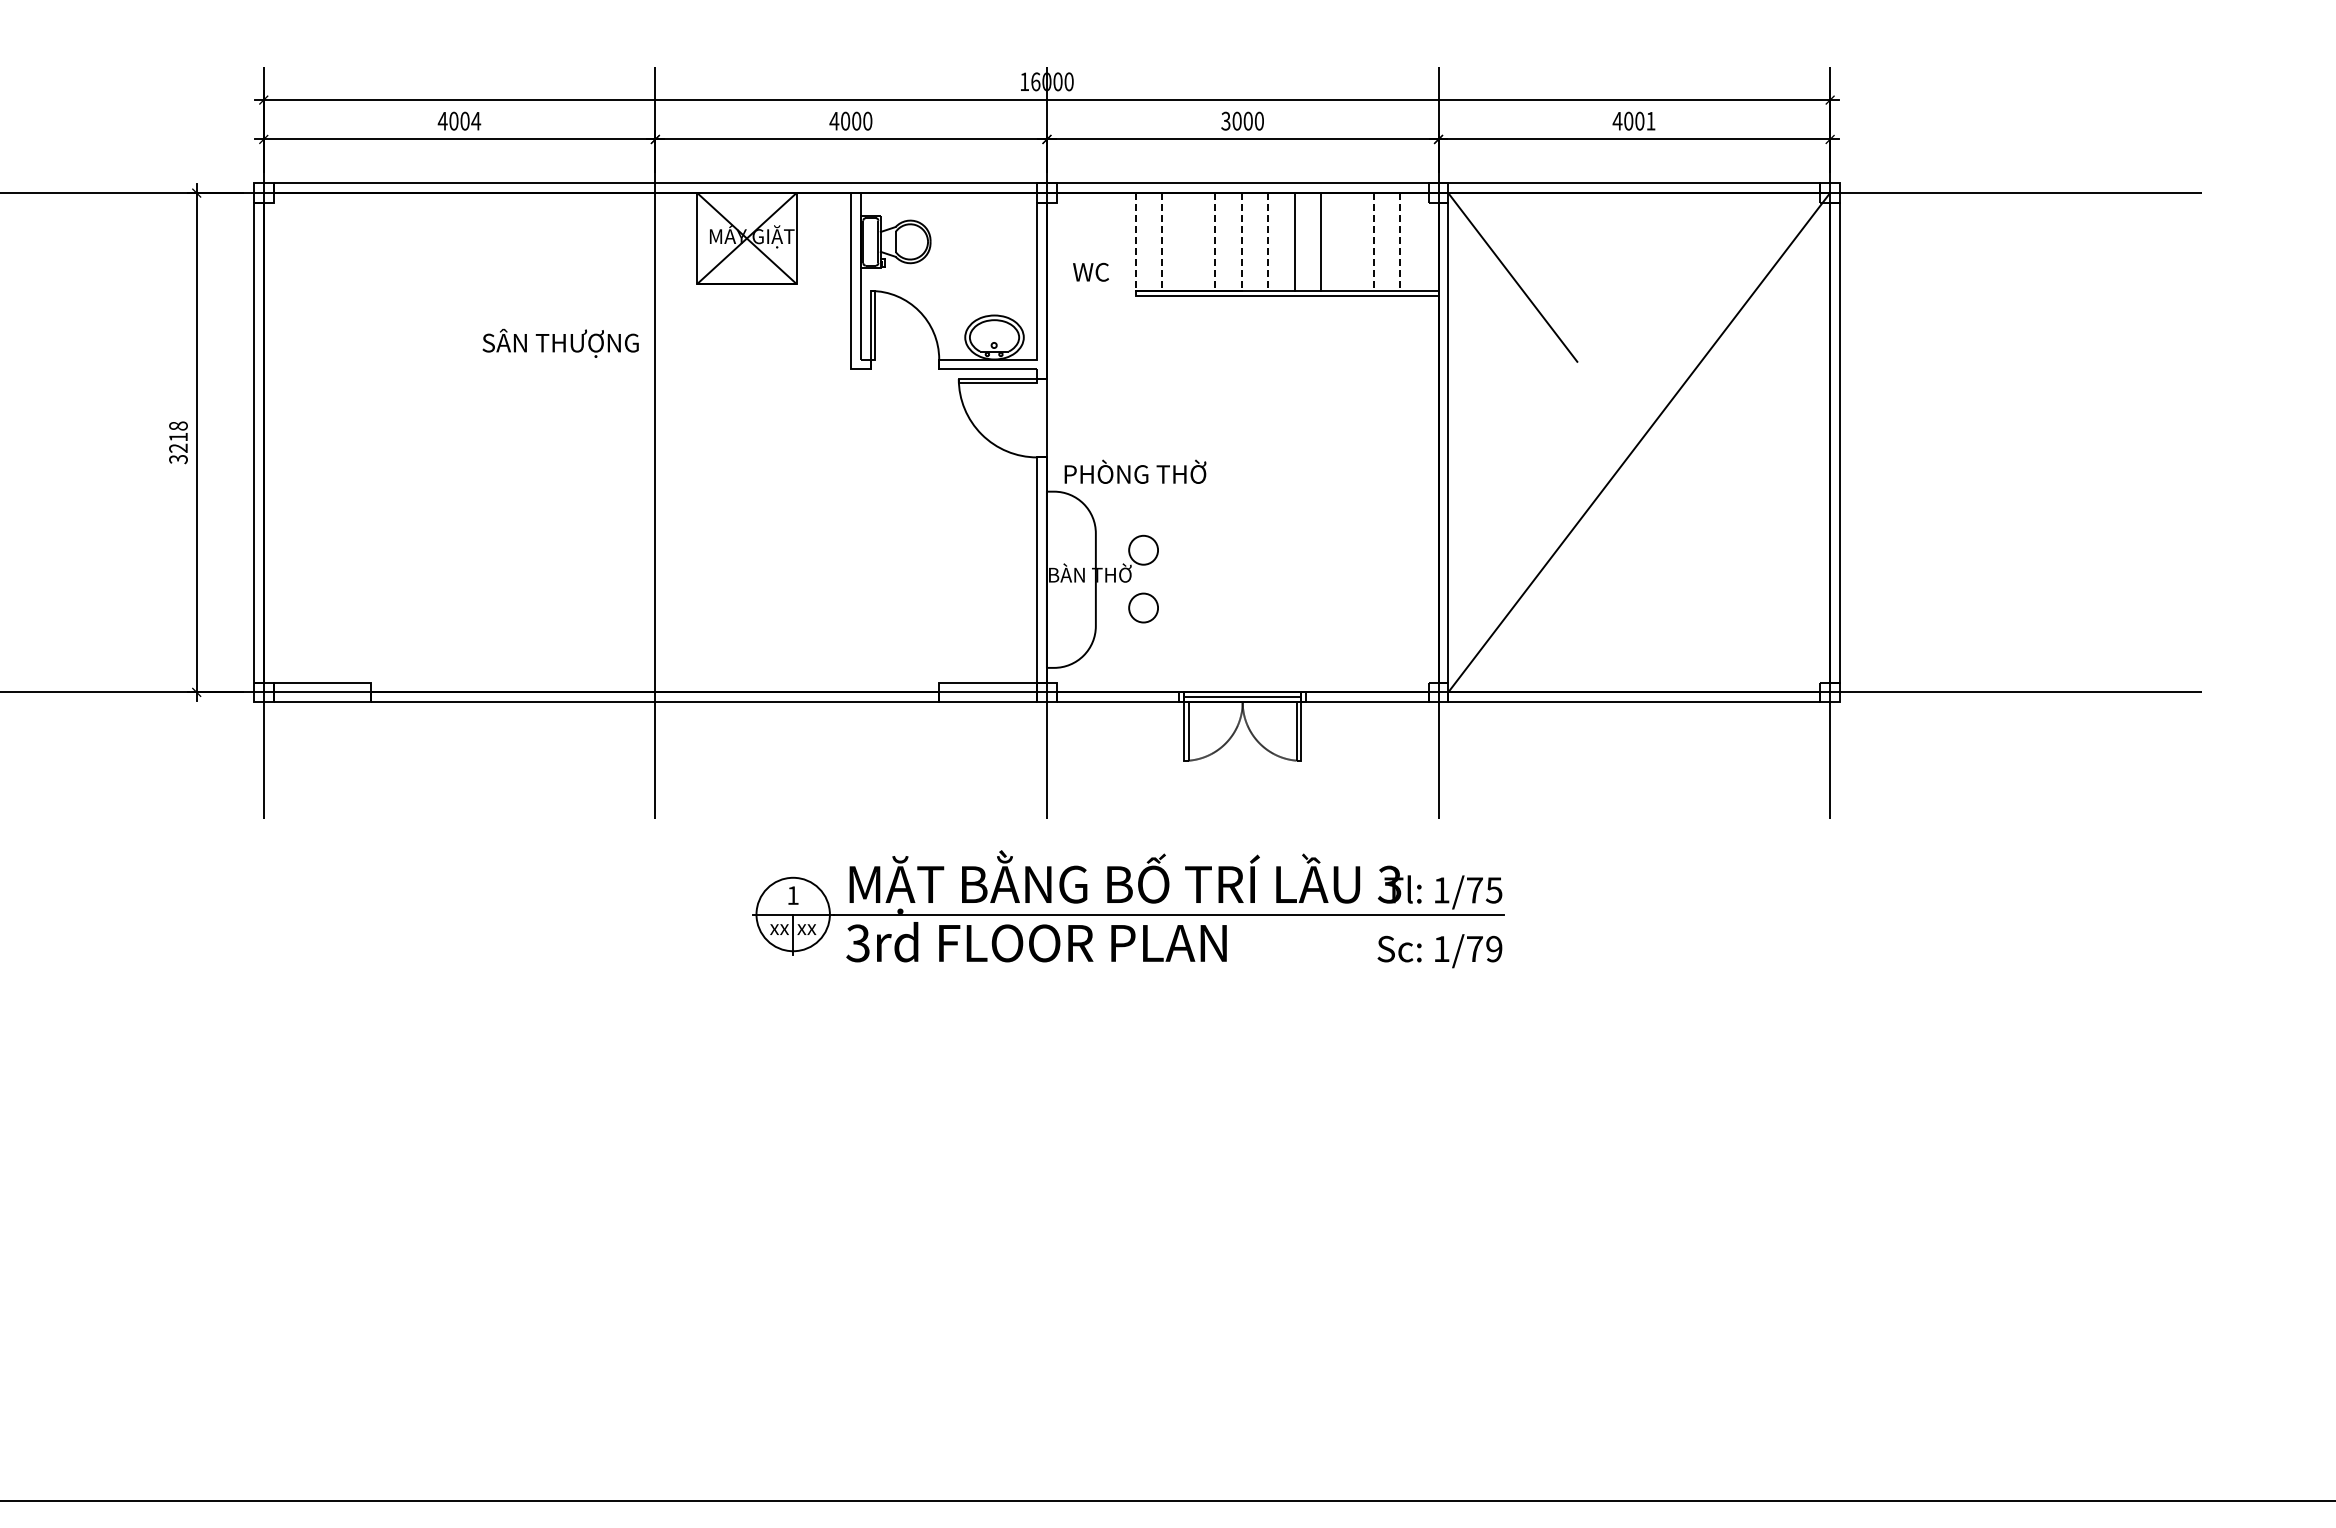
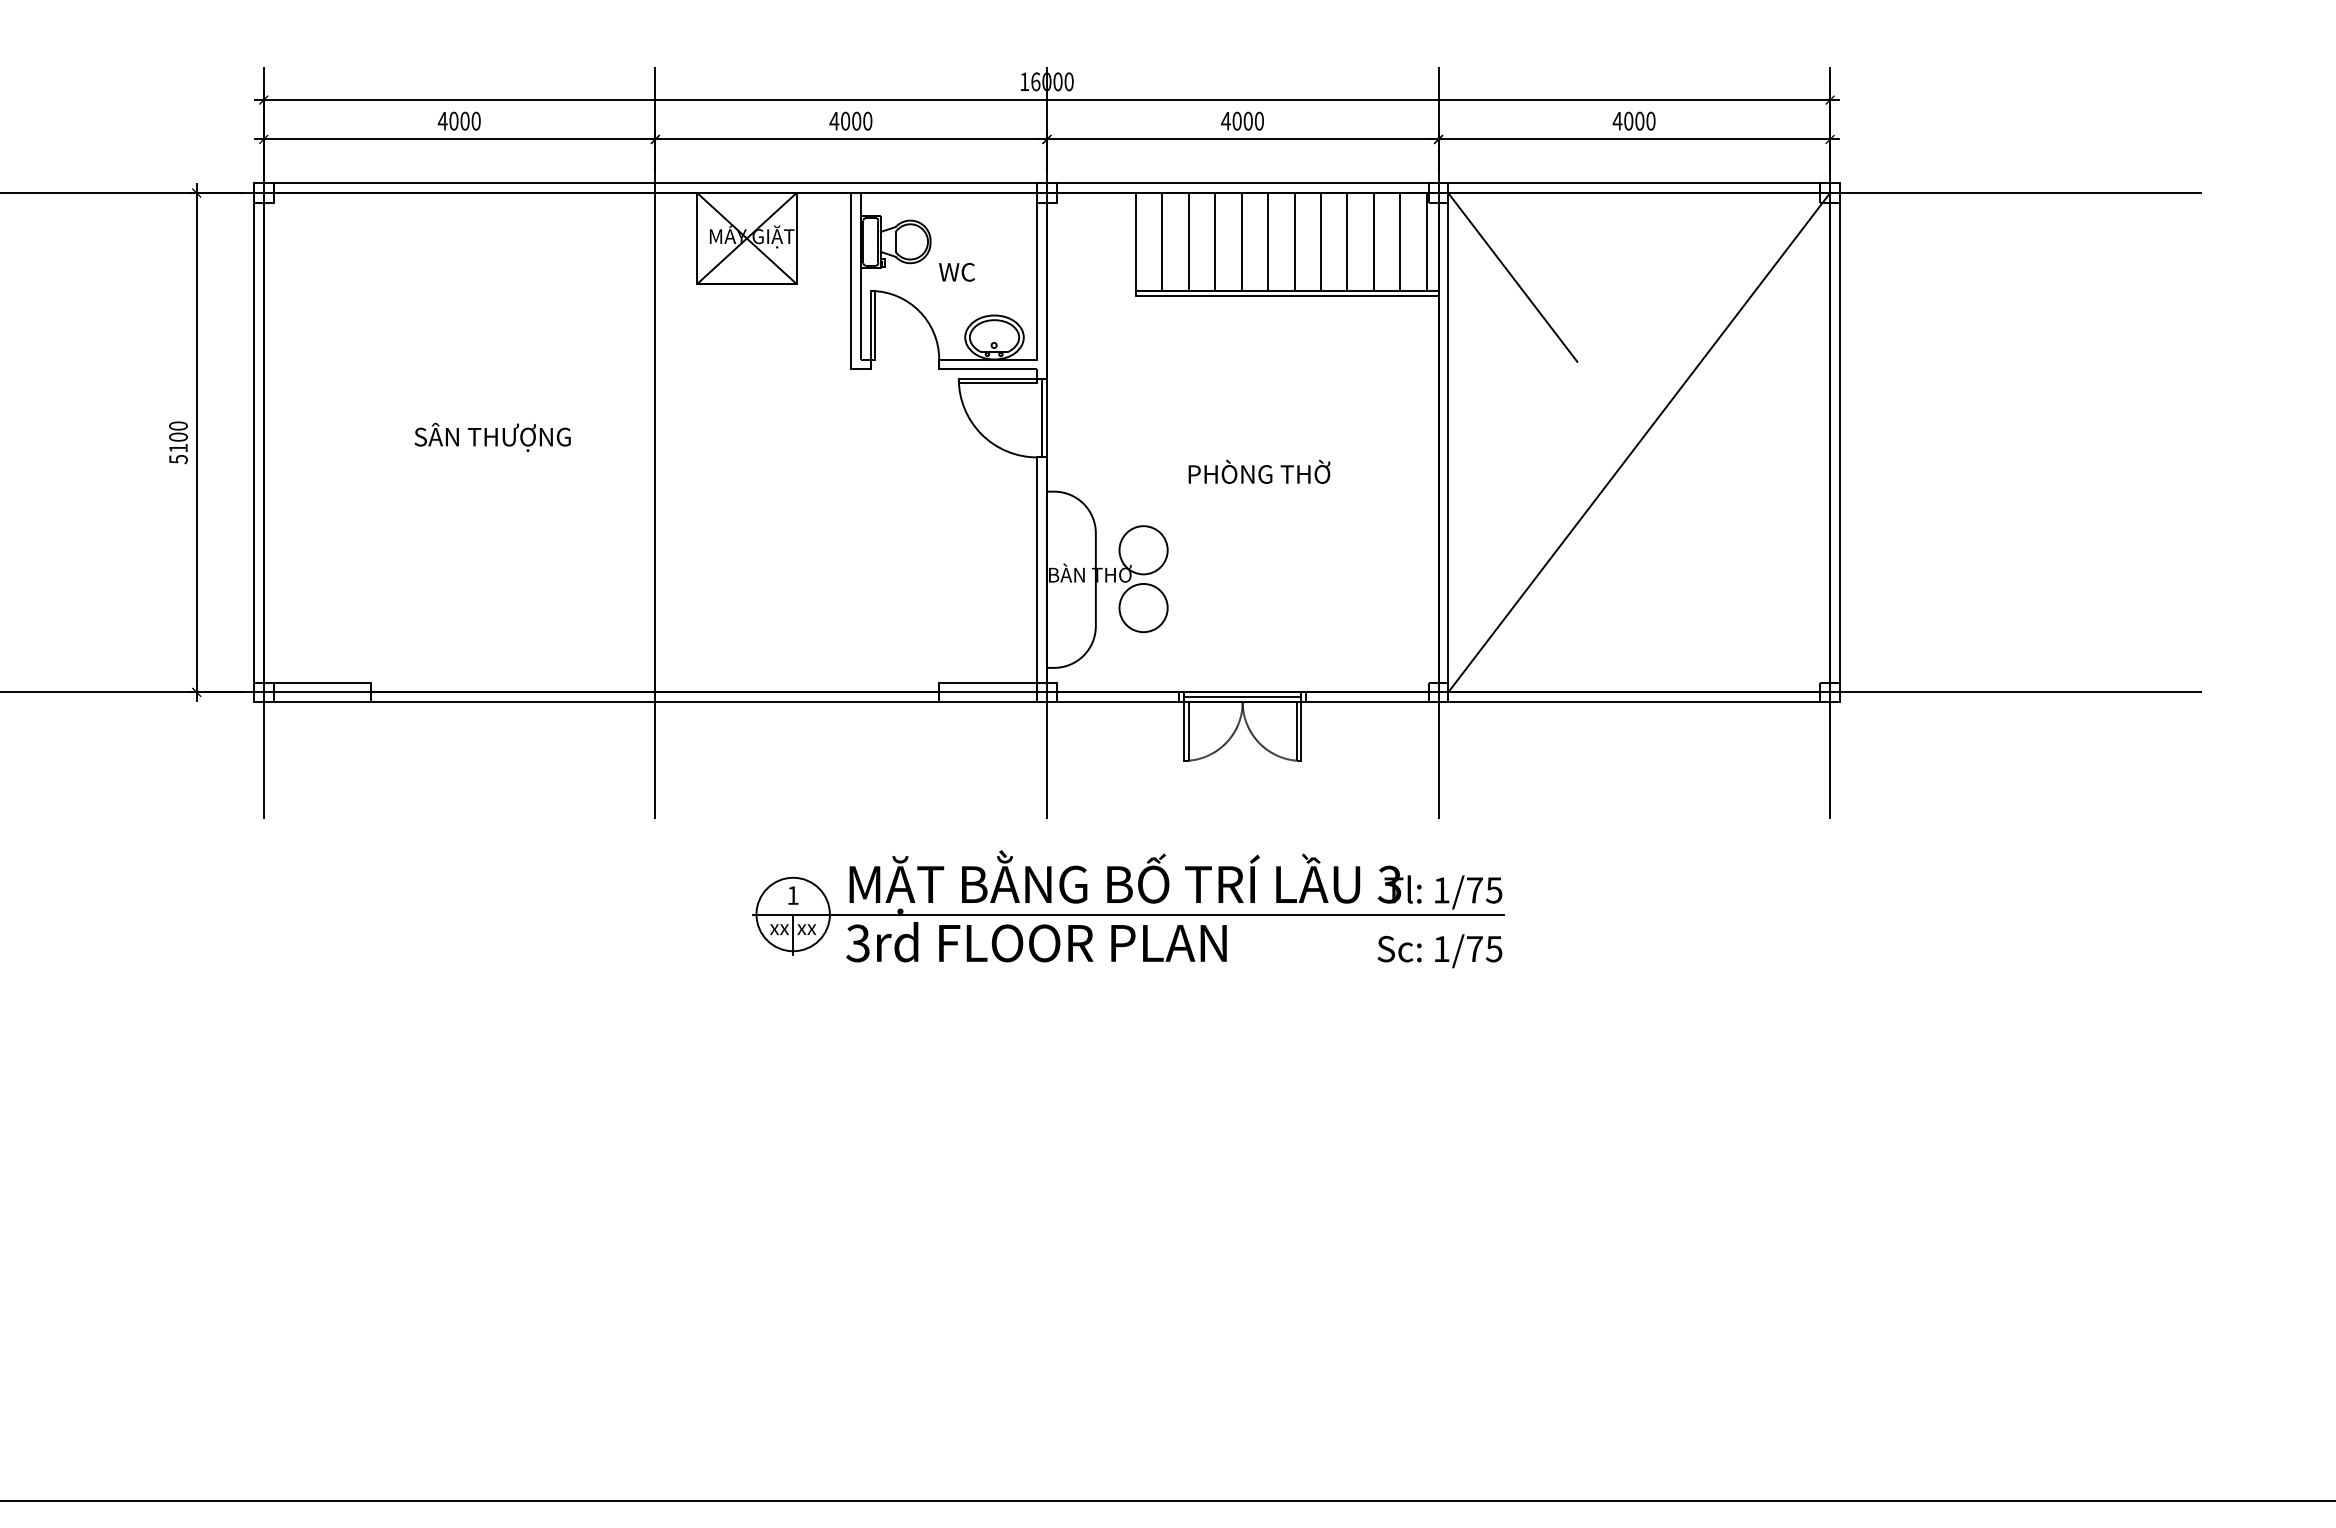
text at (476, 120): 4004 -> 4000
text at (1225, 120): 3000 -> 4000
text at (1650, 120): 4001 -> 4000
line at (1188, 241): none -> present
line at (1347, 241): none -> present
line at (1426, 241): none -> present
line at (1136, 242): dashed -> solid
line at (1162, 242): dashed -> solid
line at (1215, 242): dashed -> solid
line at (1241, 242): dashed -> solid
line at (1268, 242): dashed -> solid
line at (1373, 242): dashed -> solid
line at (1400, 242): dashed -> solid
text at (1090, 271) position: (1090, 271) -> (956, 271)
text at (560, 342) position: (560, 342) -> (492, 436)
line at (1042, 418): none -> present
text at (178, 442): 3218 -> 5100
text at (1135, 471) position: (1135, 471) -> (1259, 471)
circle at (1143, 549) diameter: 29 px -> 48 px
circle at (1143, 607) diameter: 29 px -> 48 px
text at (1494, 948): 1/79 -> 1/75
